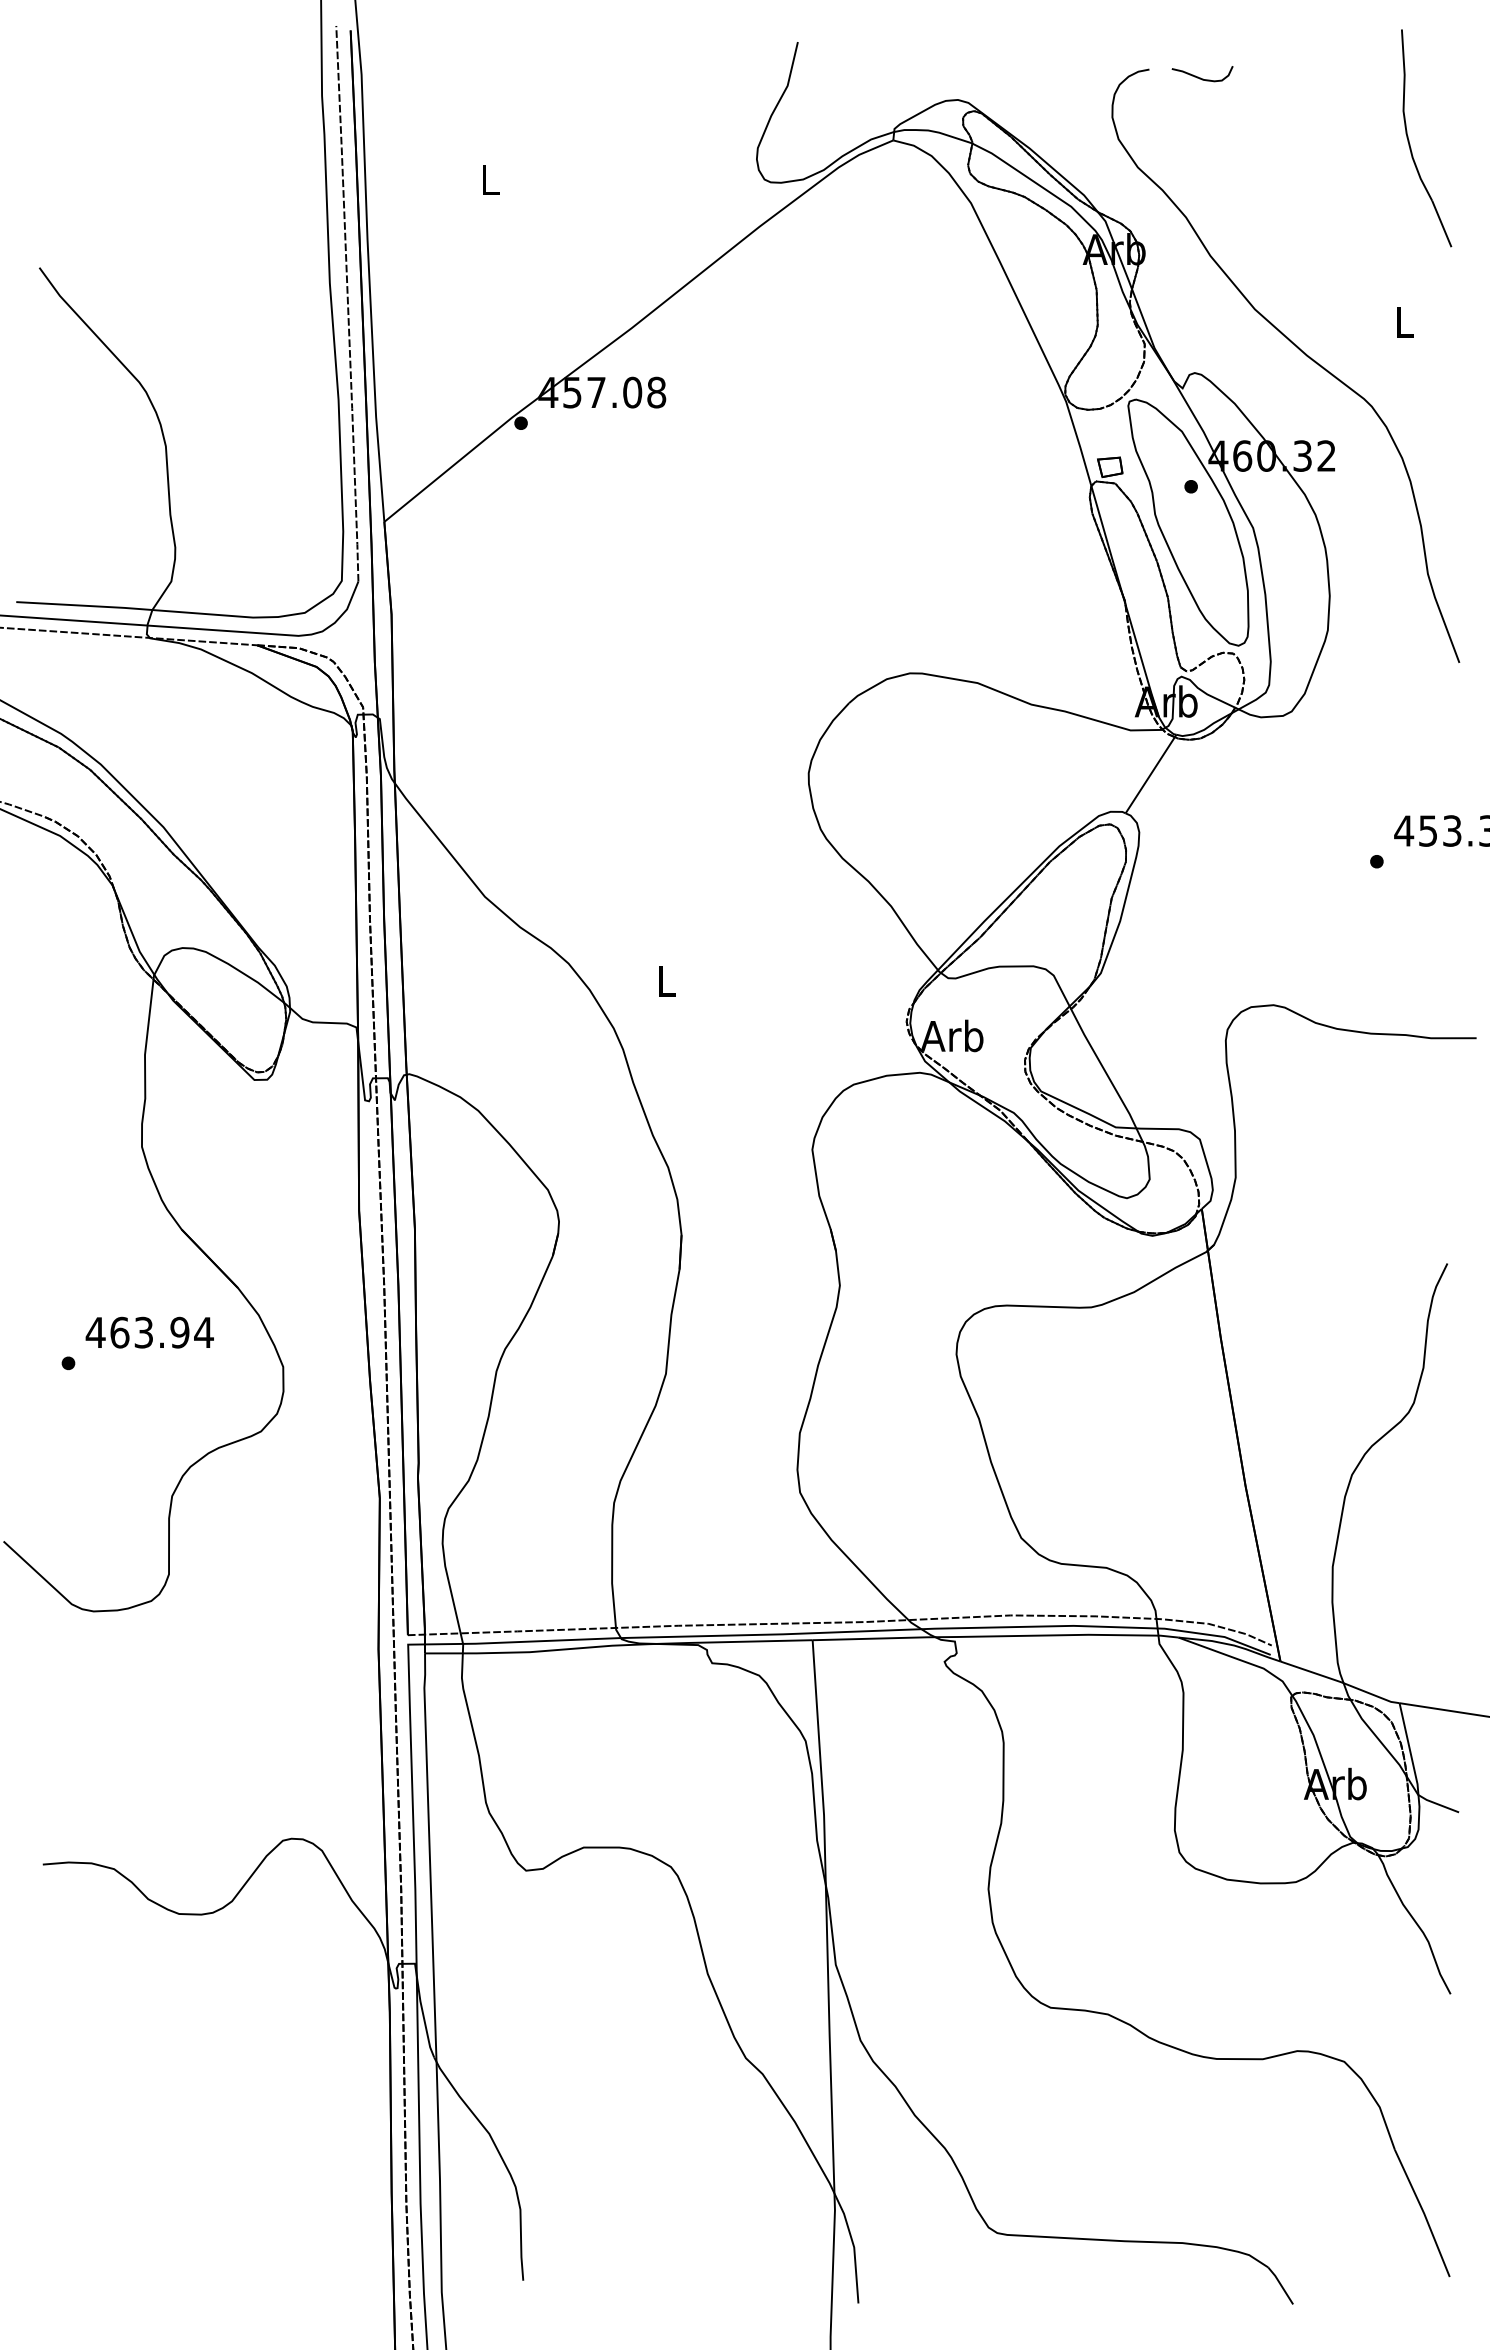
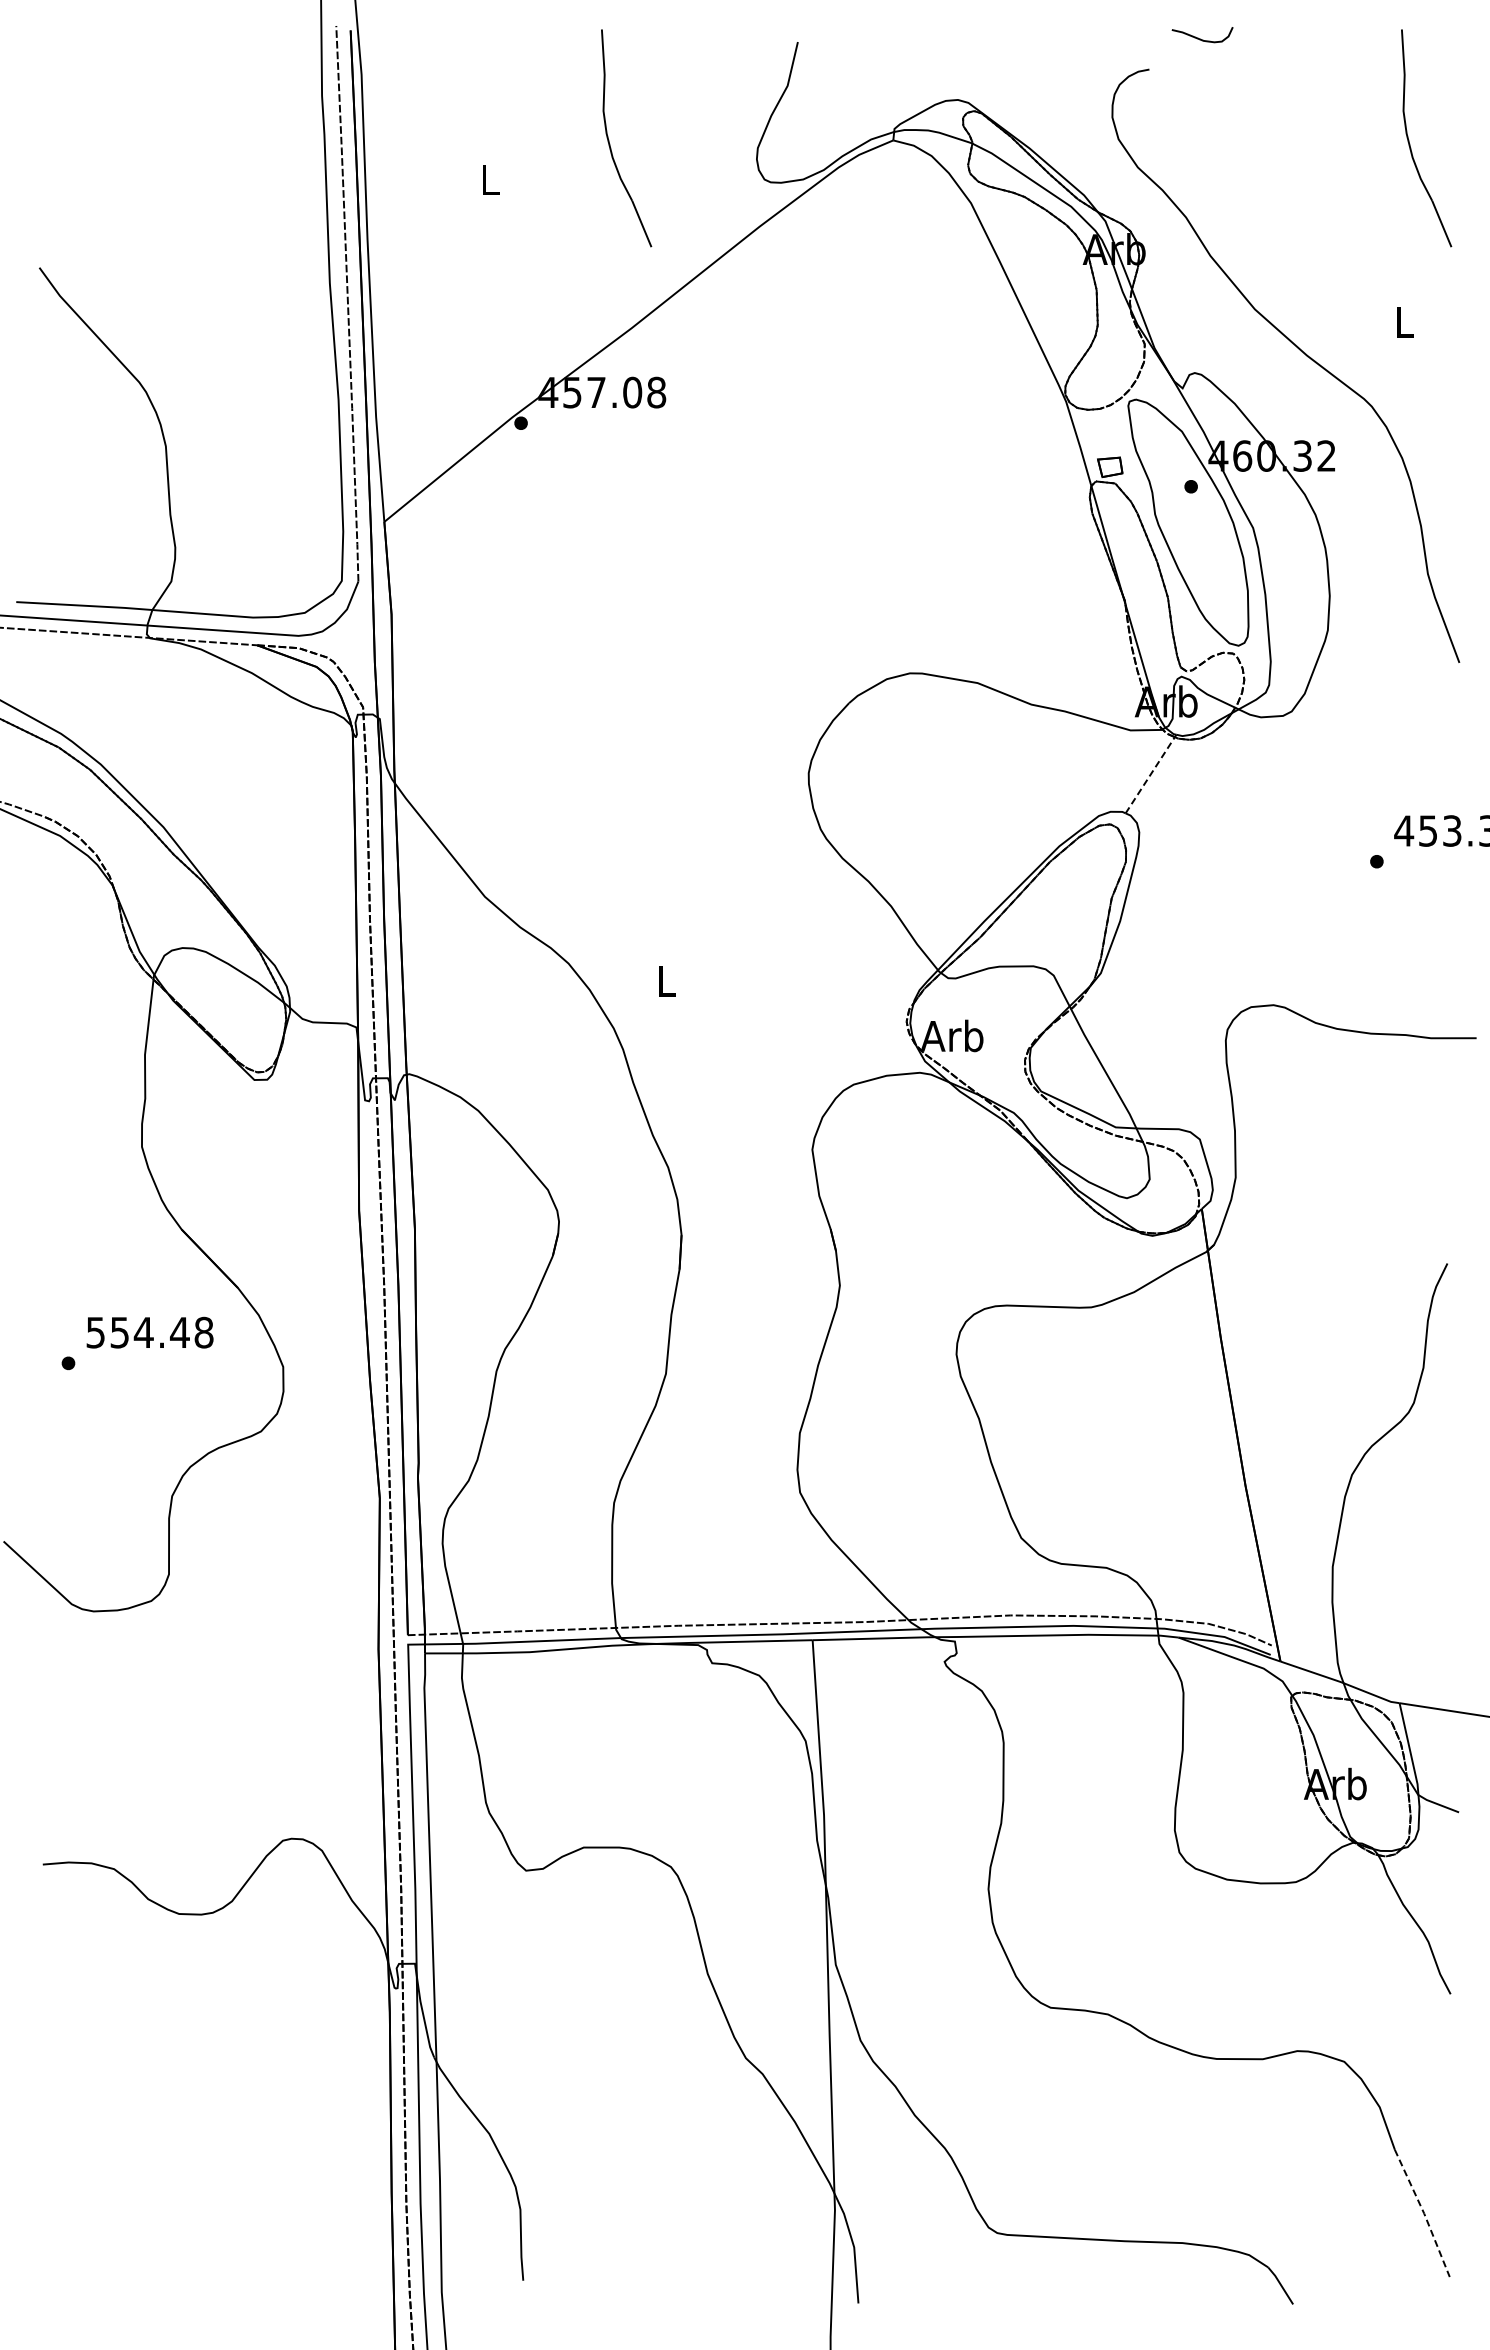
curve at (1200, 77) position: (1200, 77) -> (1200, 38)
part at (610, 144): none -> present
line at (1150, 774): solid -> dashed
text at (149, 1332): 463.94 -> 554.48
line at (1424, 2213): solid -> dashed
